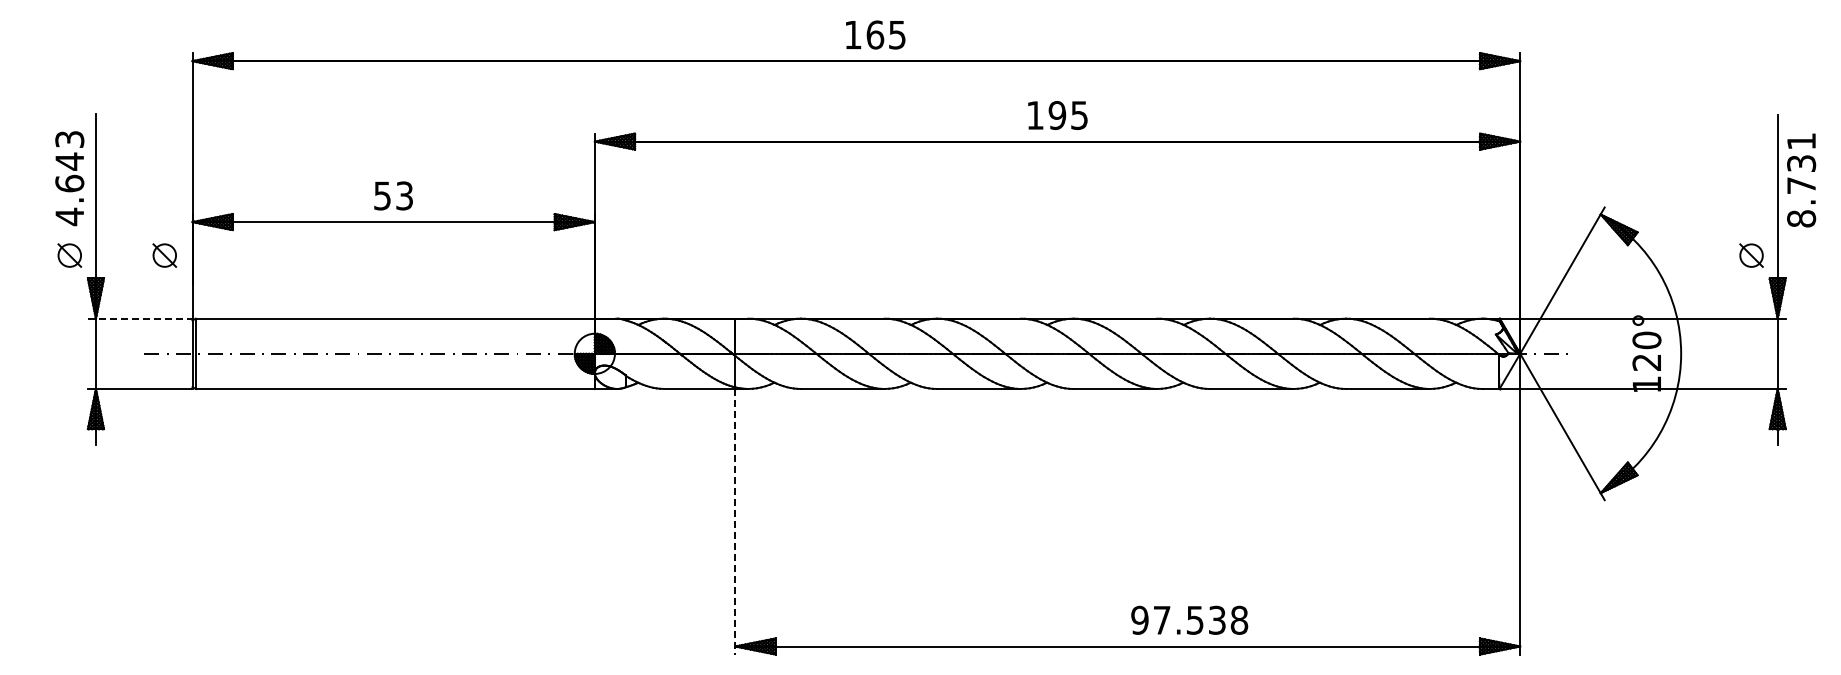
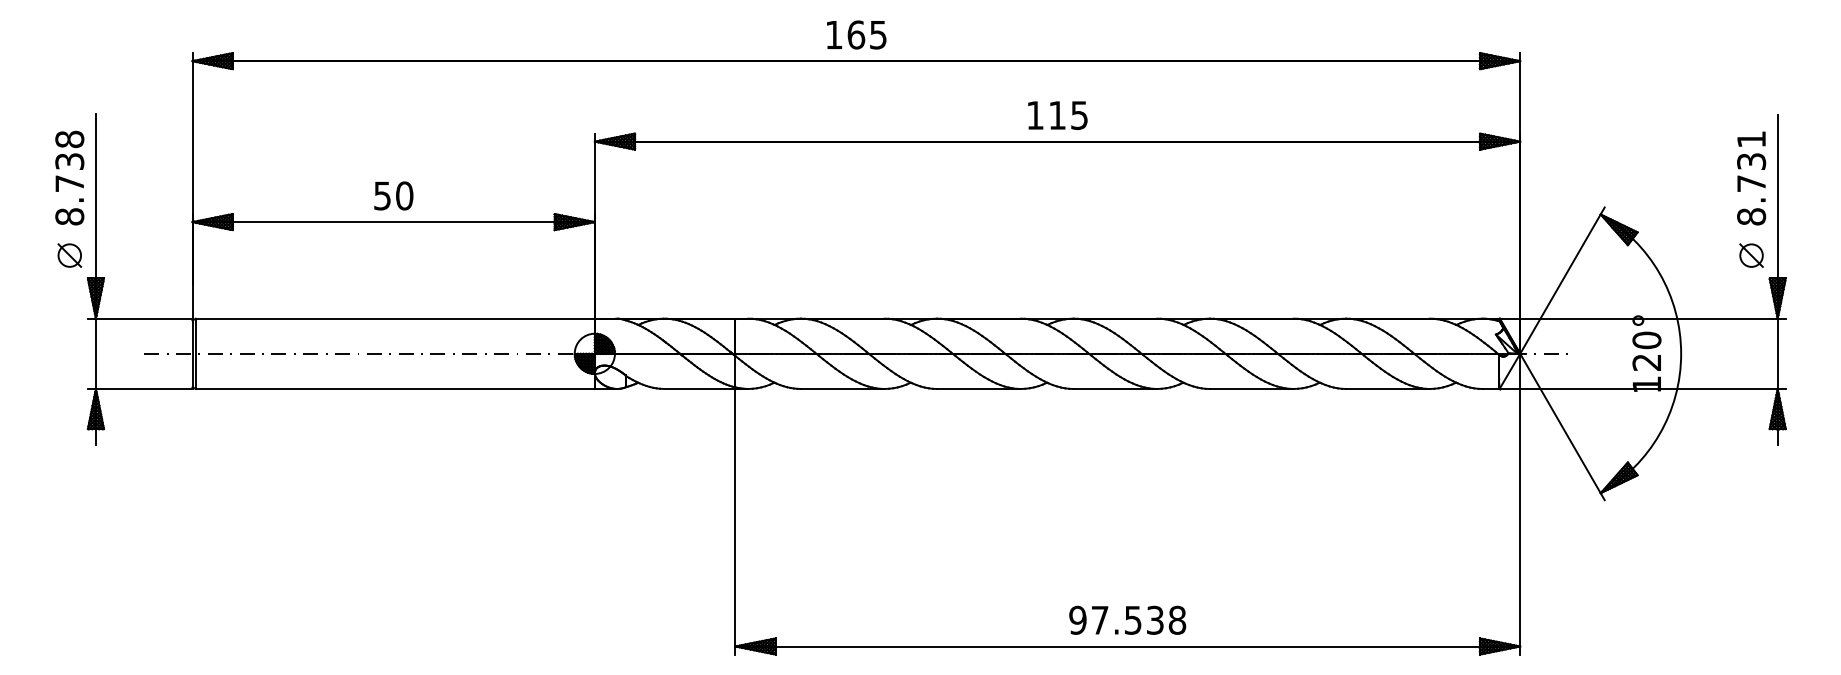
text at (875, 34) position: (875, 34) -> (856, 34)
text at (1057, 115): 195 -> 115
text at (69, 178): 4.643 -> 8.738
text at (1801, 180) position: (1801, 180) -> (1751, 178)
text at (404, 195): 53 -> 50
part at (164, 255): present -> none
line at (140, 318): dashed -> solid
line at (735, 521): dashed -> solid
text at (1189, 619) position: (1189, 619) -> (1127, 619)
